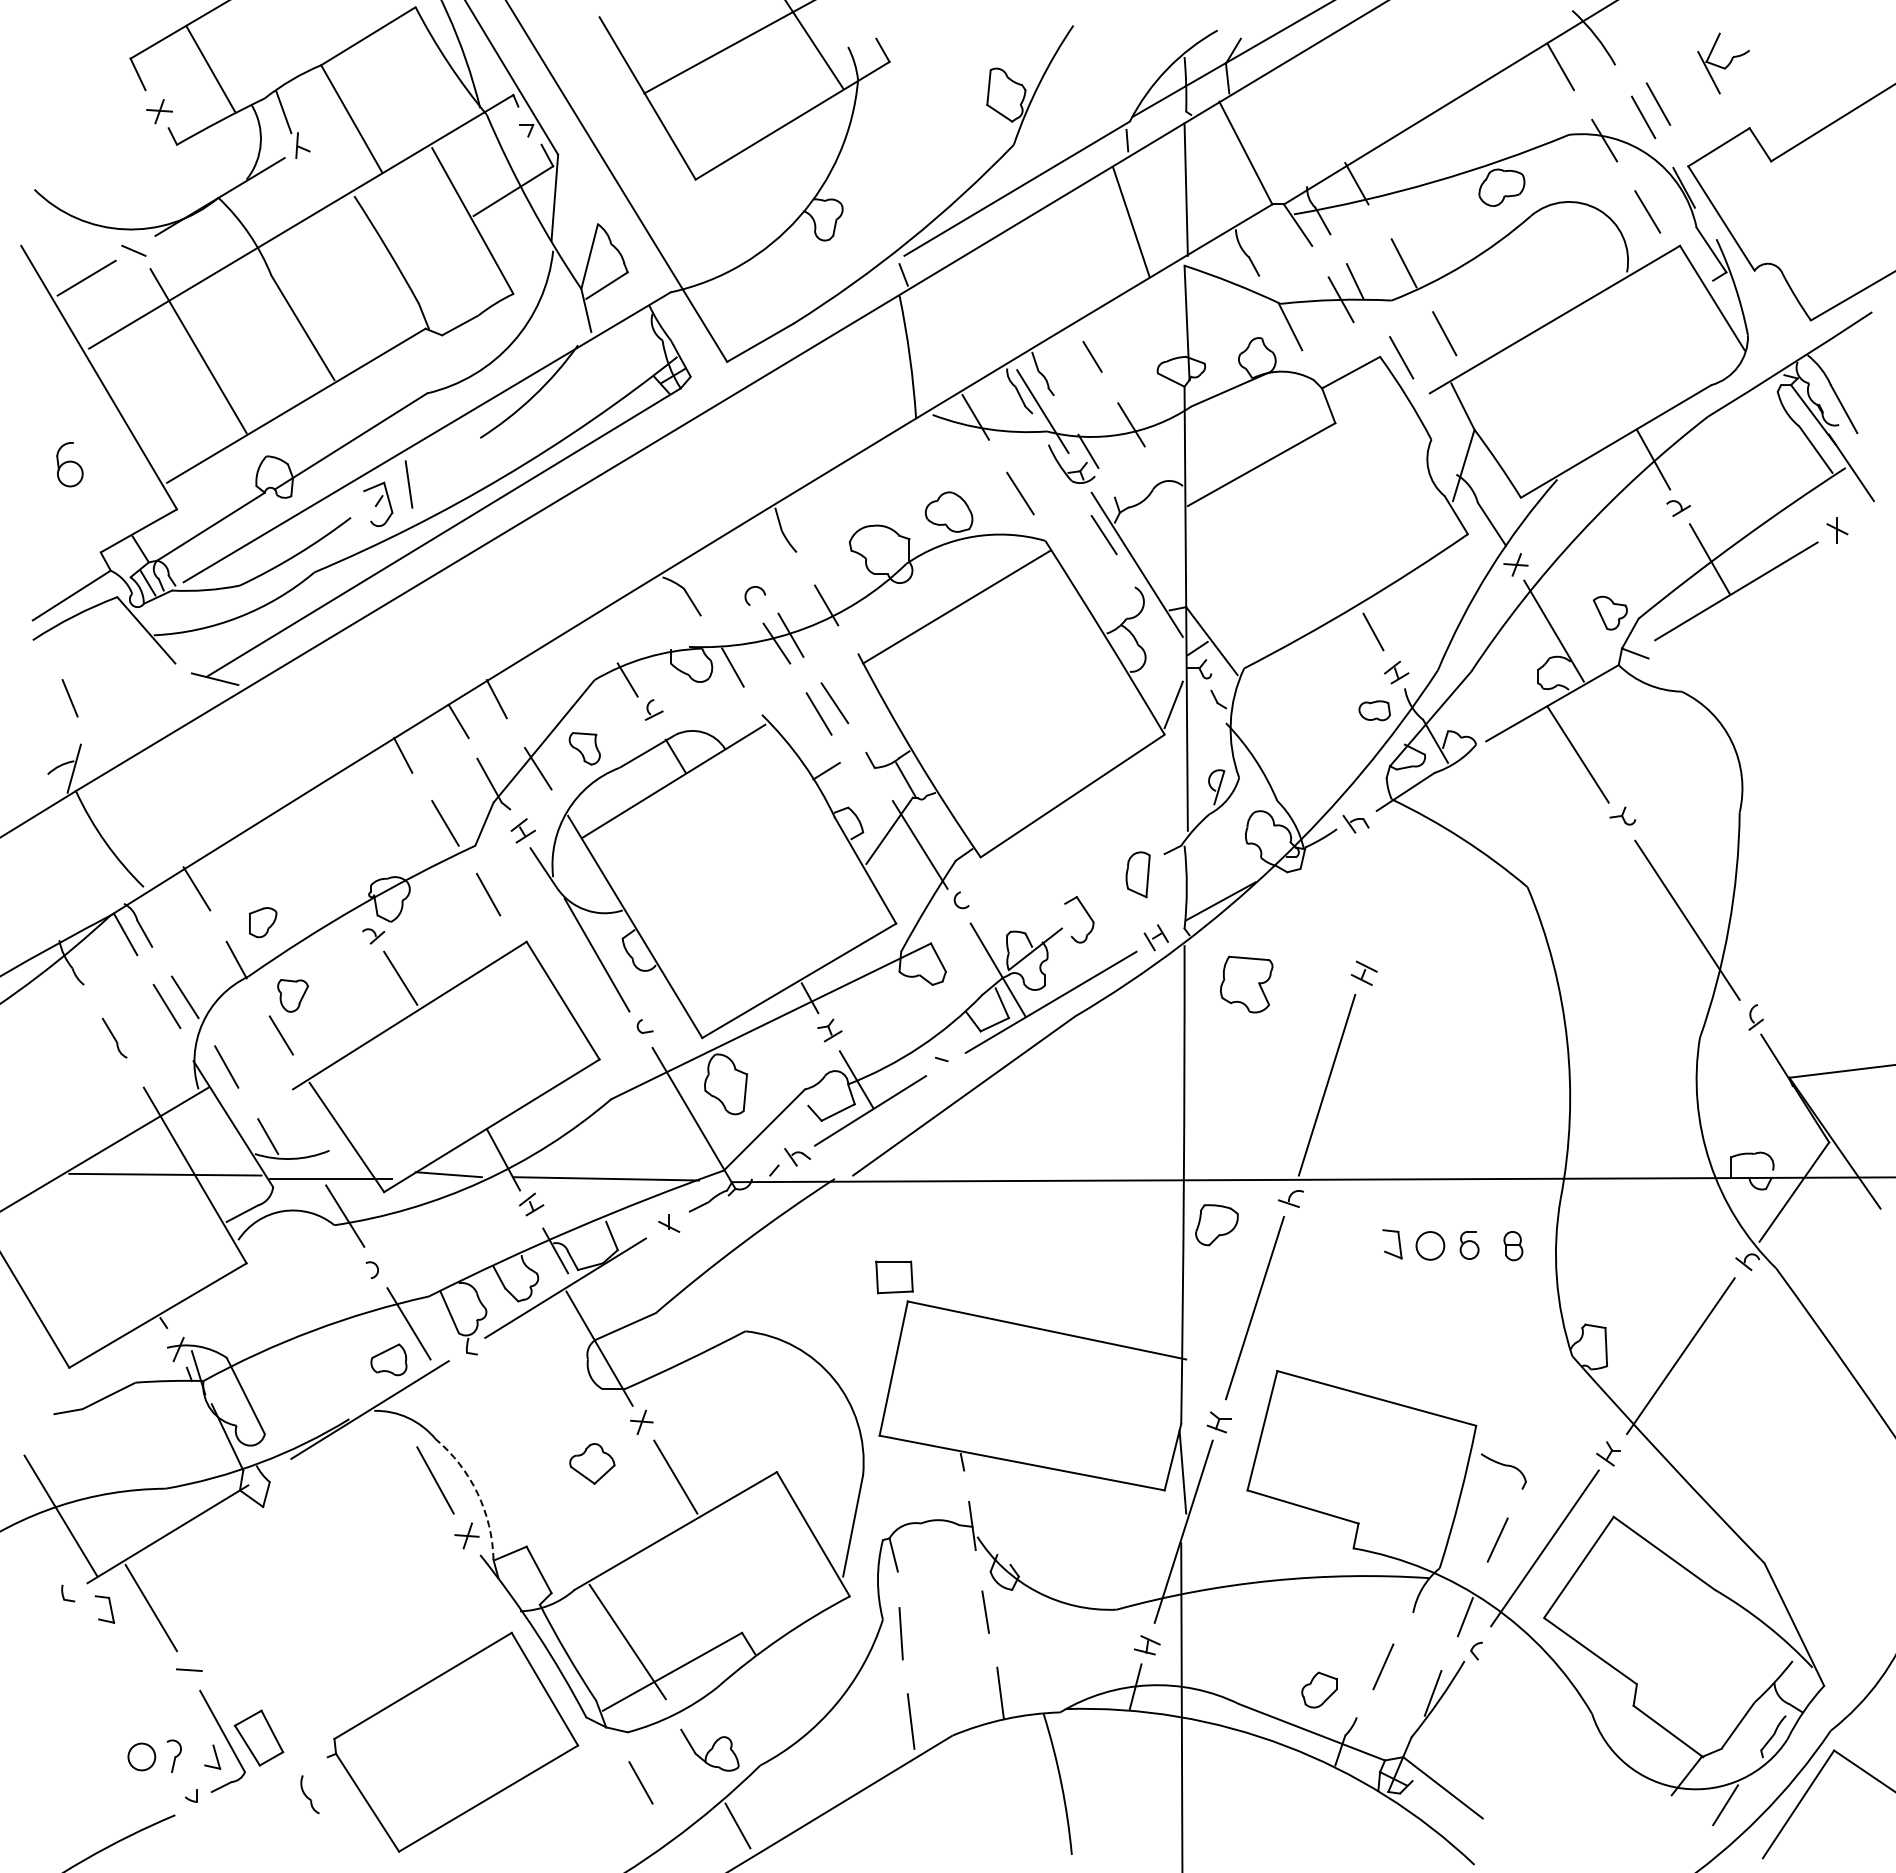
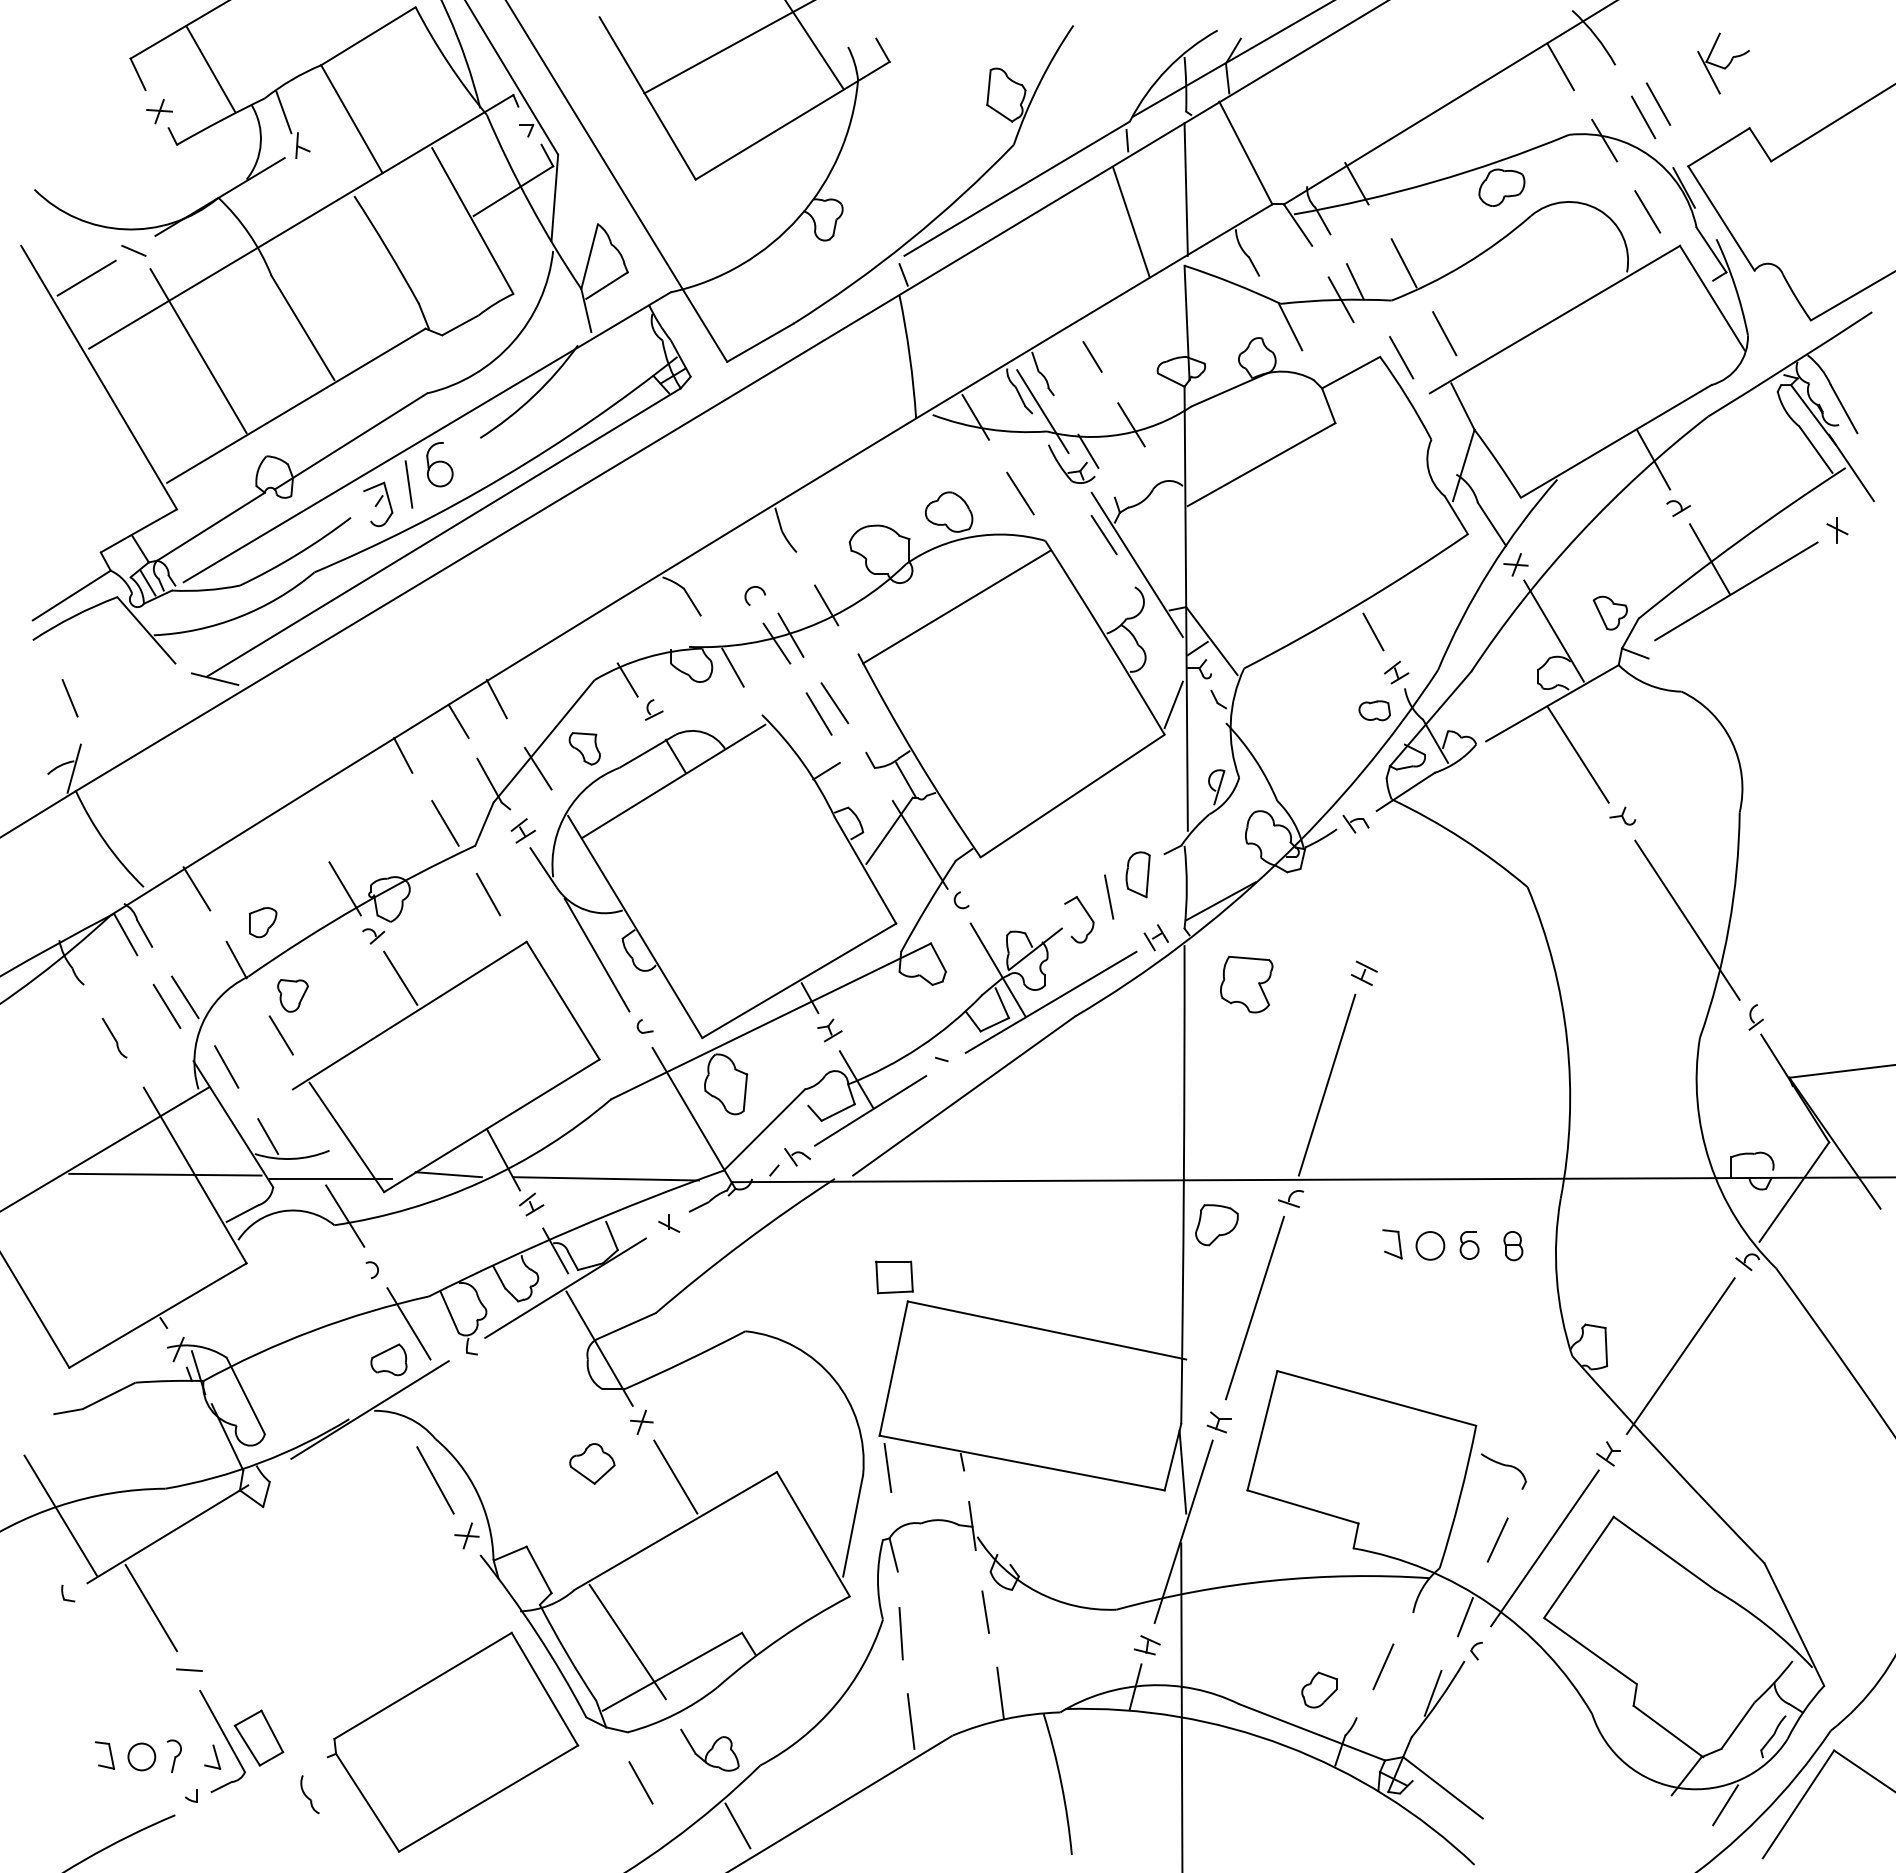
part at (69, 464) position: (69, 464) -> (439, 464)
line at (344, 888): none -> present
line at (1109, 896): none -> present
line at (887, 1467): none -> present
arc at (477, 1493): dashed -> solid
part at (104, 1609) position: (104, 1609) -> (104, 1755)
